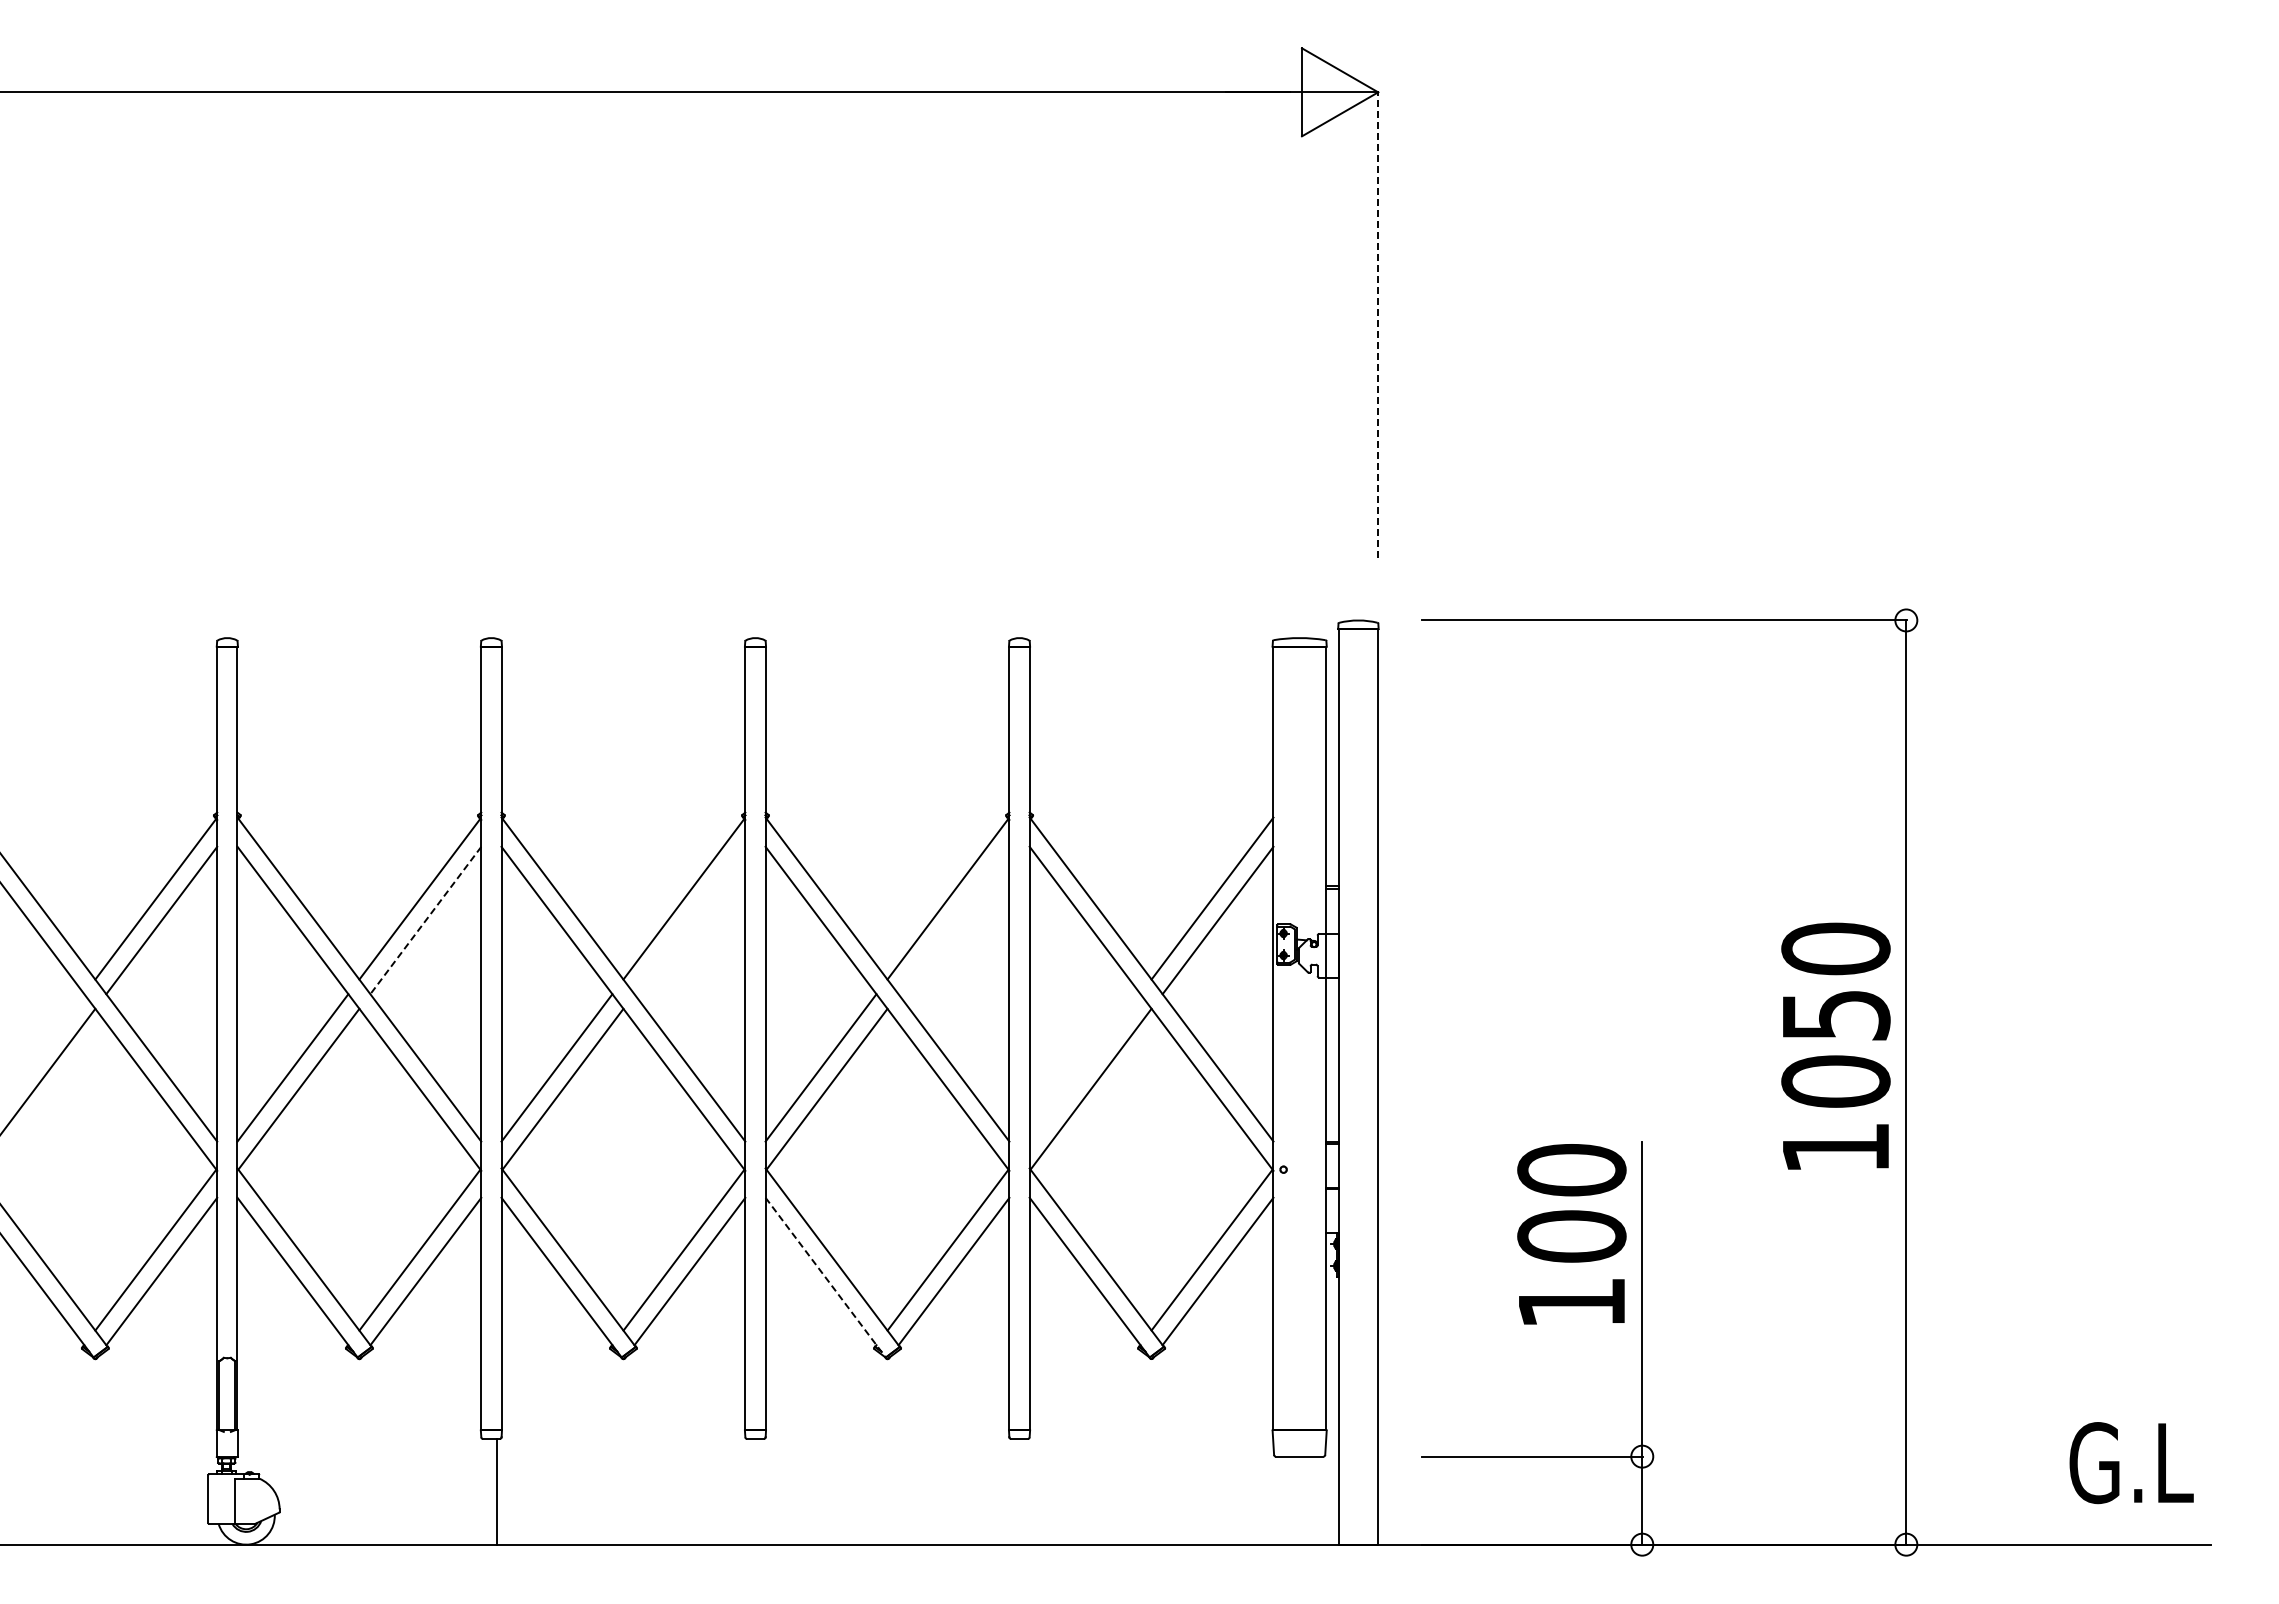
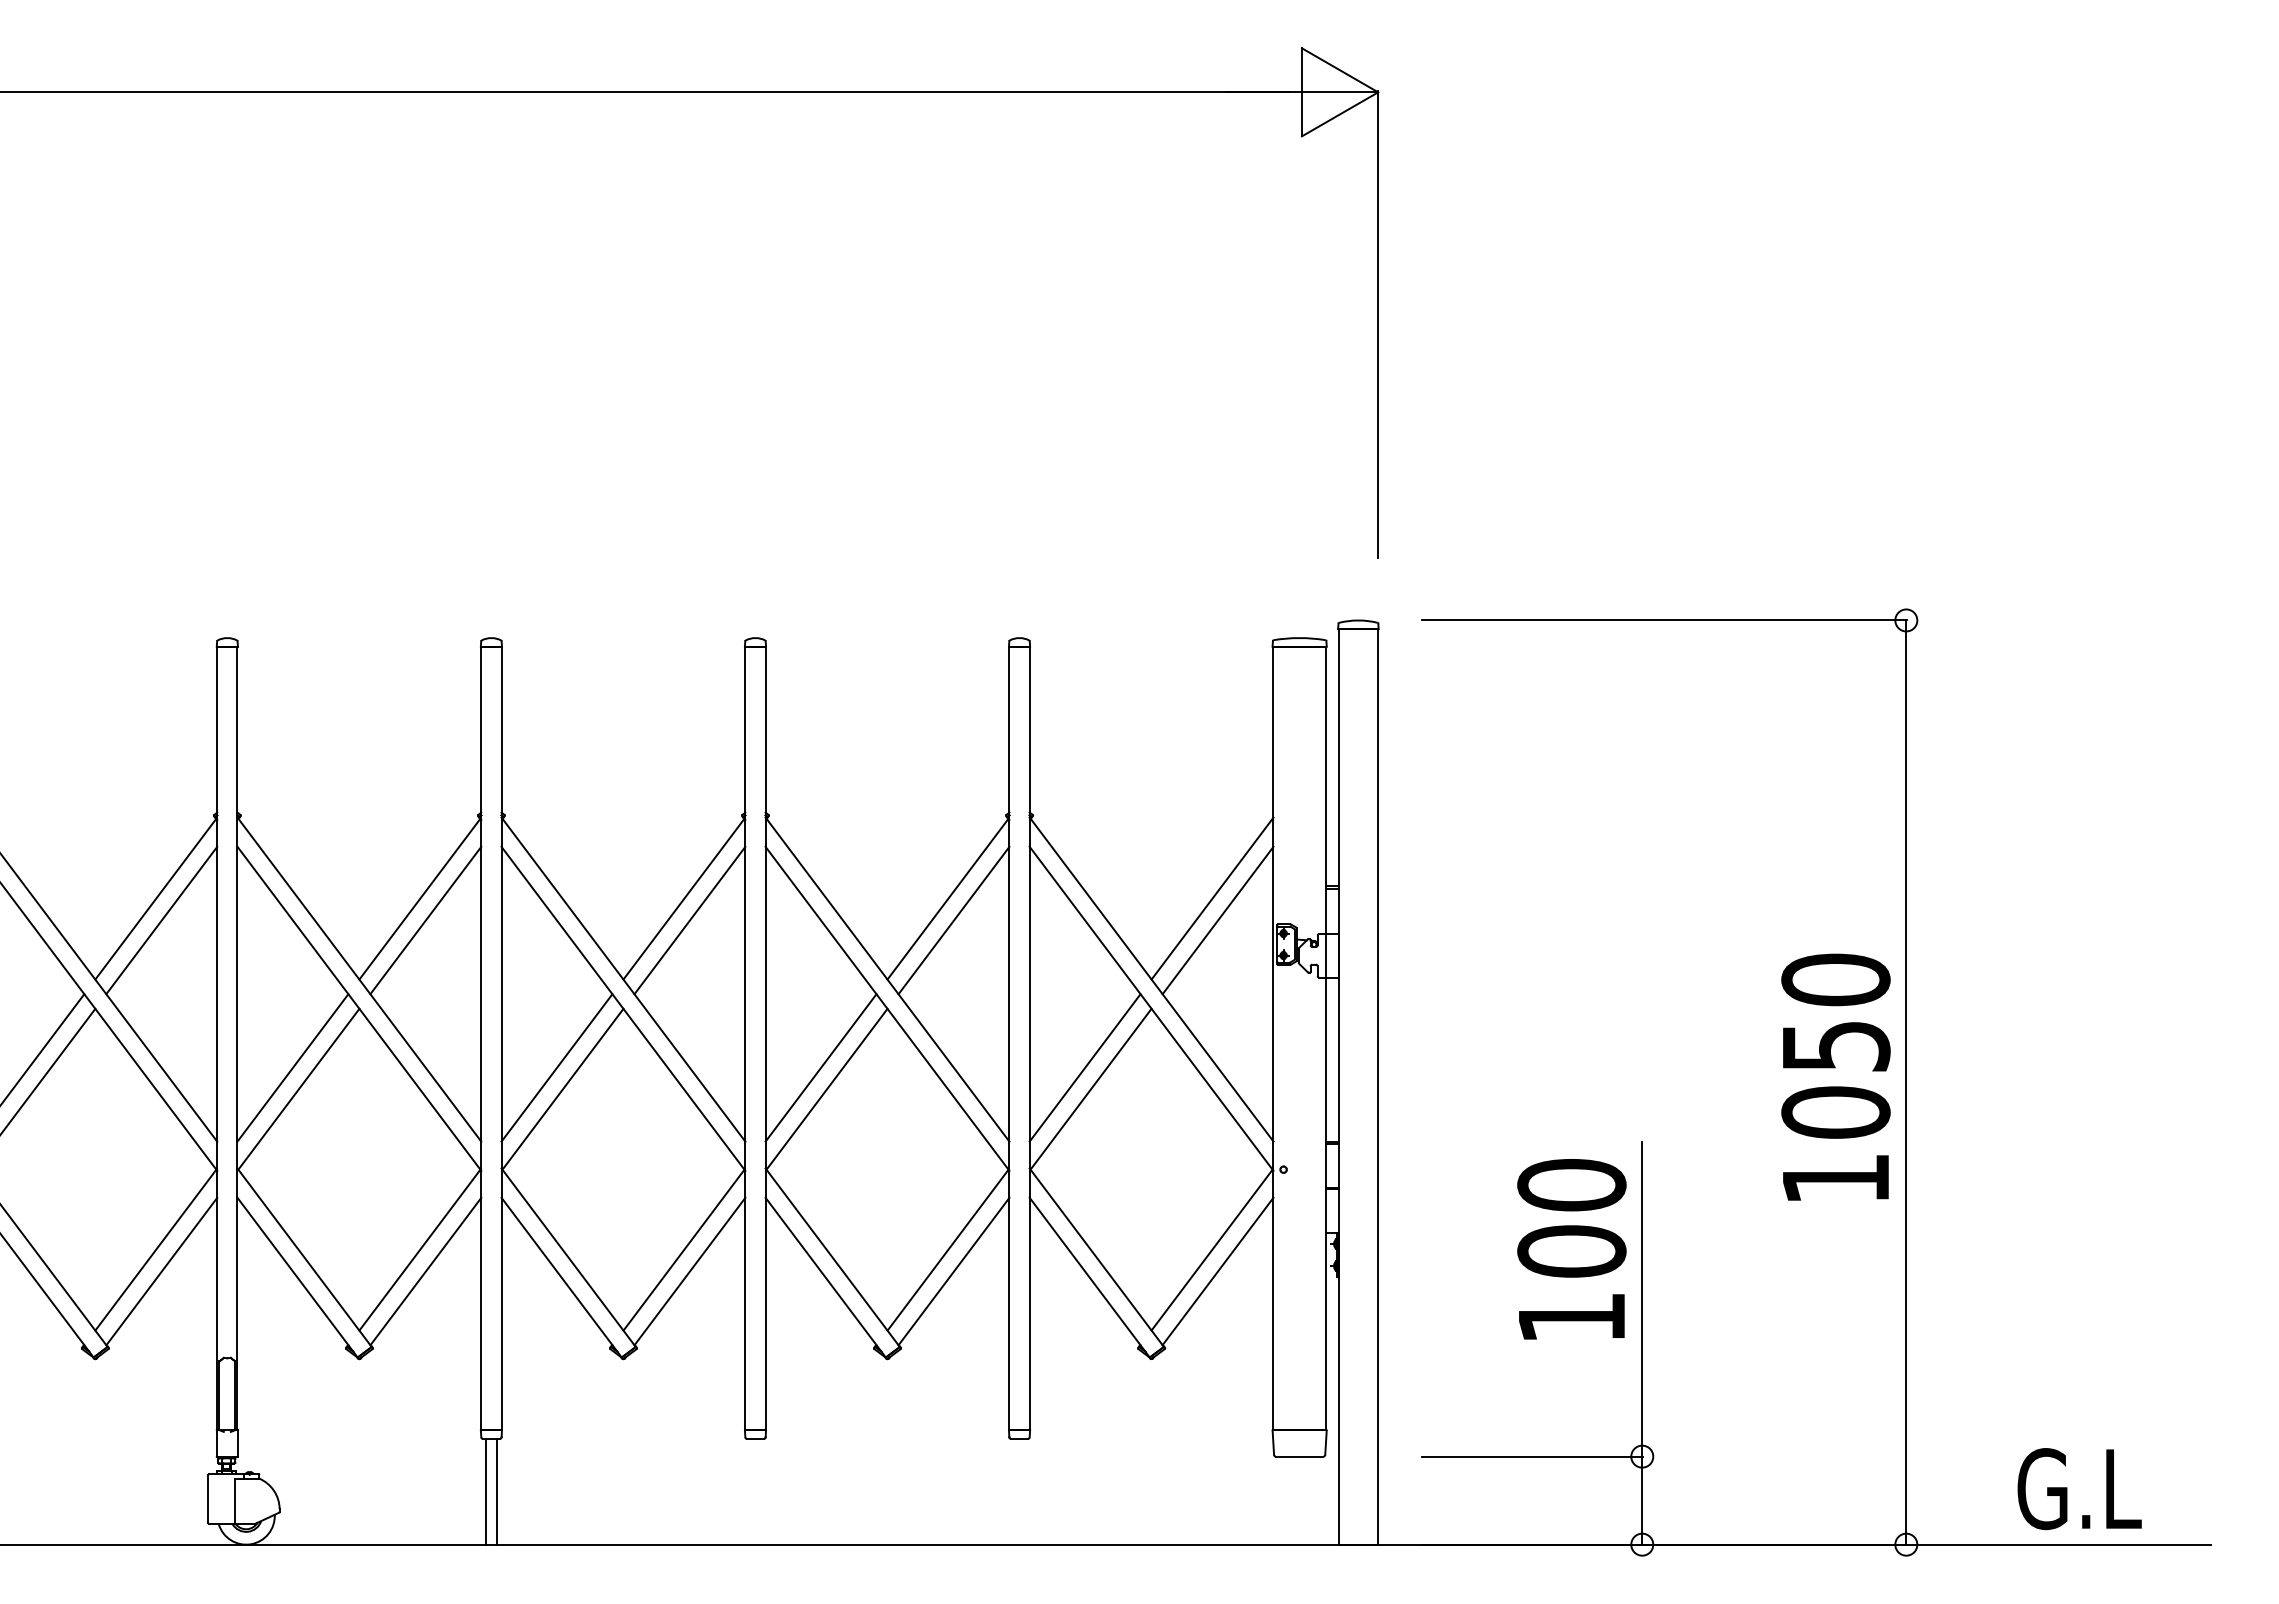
line at (1378, 324): dashed -> solid
line at (425, 920): dashed -> solid
line at (689, 920): none -> present
line at (953, 920): none -> present
text at (1835, 1045) position: (1835, 1045) -> (1835, 1076)
line at (43, 1048): none -> present
line at (1084, 1067): none -> present
text at (1571, 1234) position: (1571, 1234) -> (1571, 1249)
line at (825, 1277): dashed -> solid
text at (2131, 1463) position: (2131, 1463) -> (2079, 1489)
line at (486, 1491): none -> present
